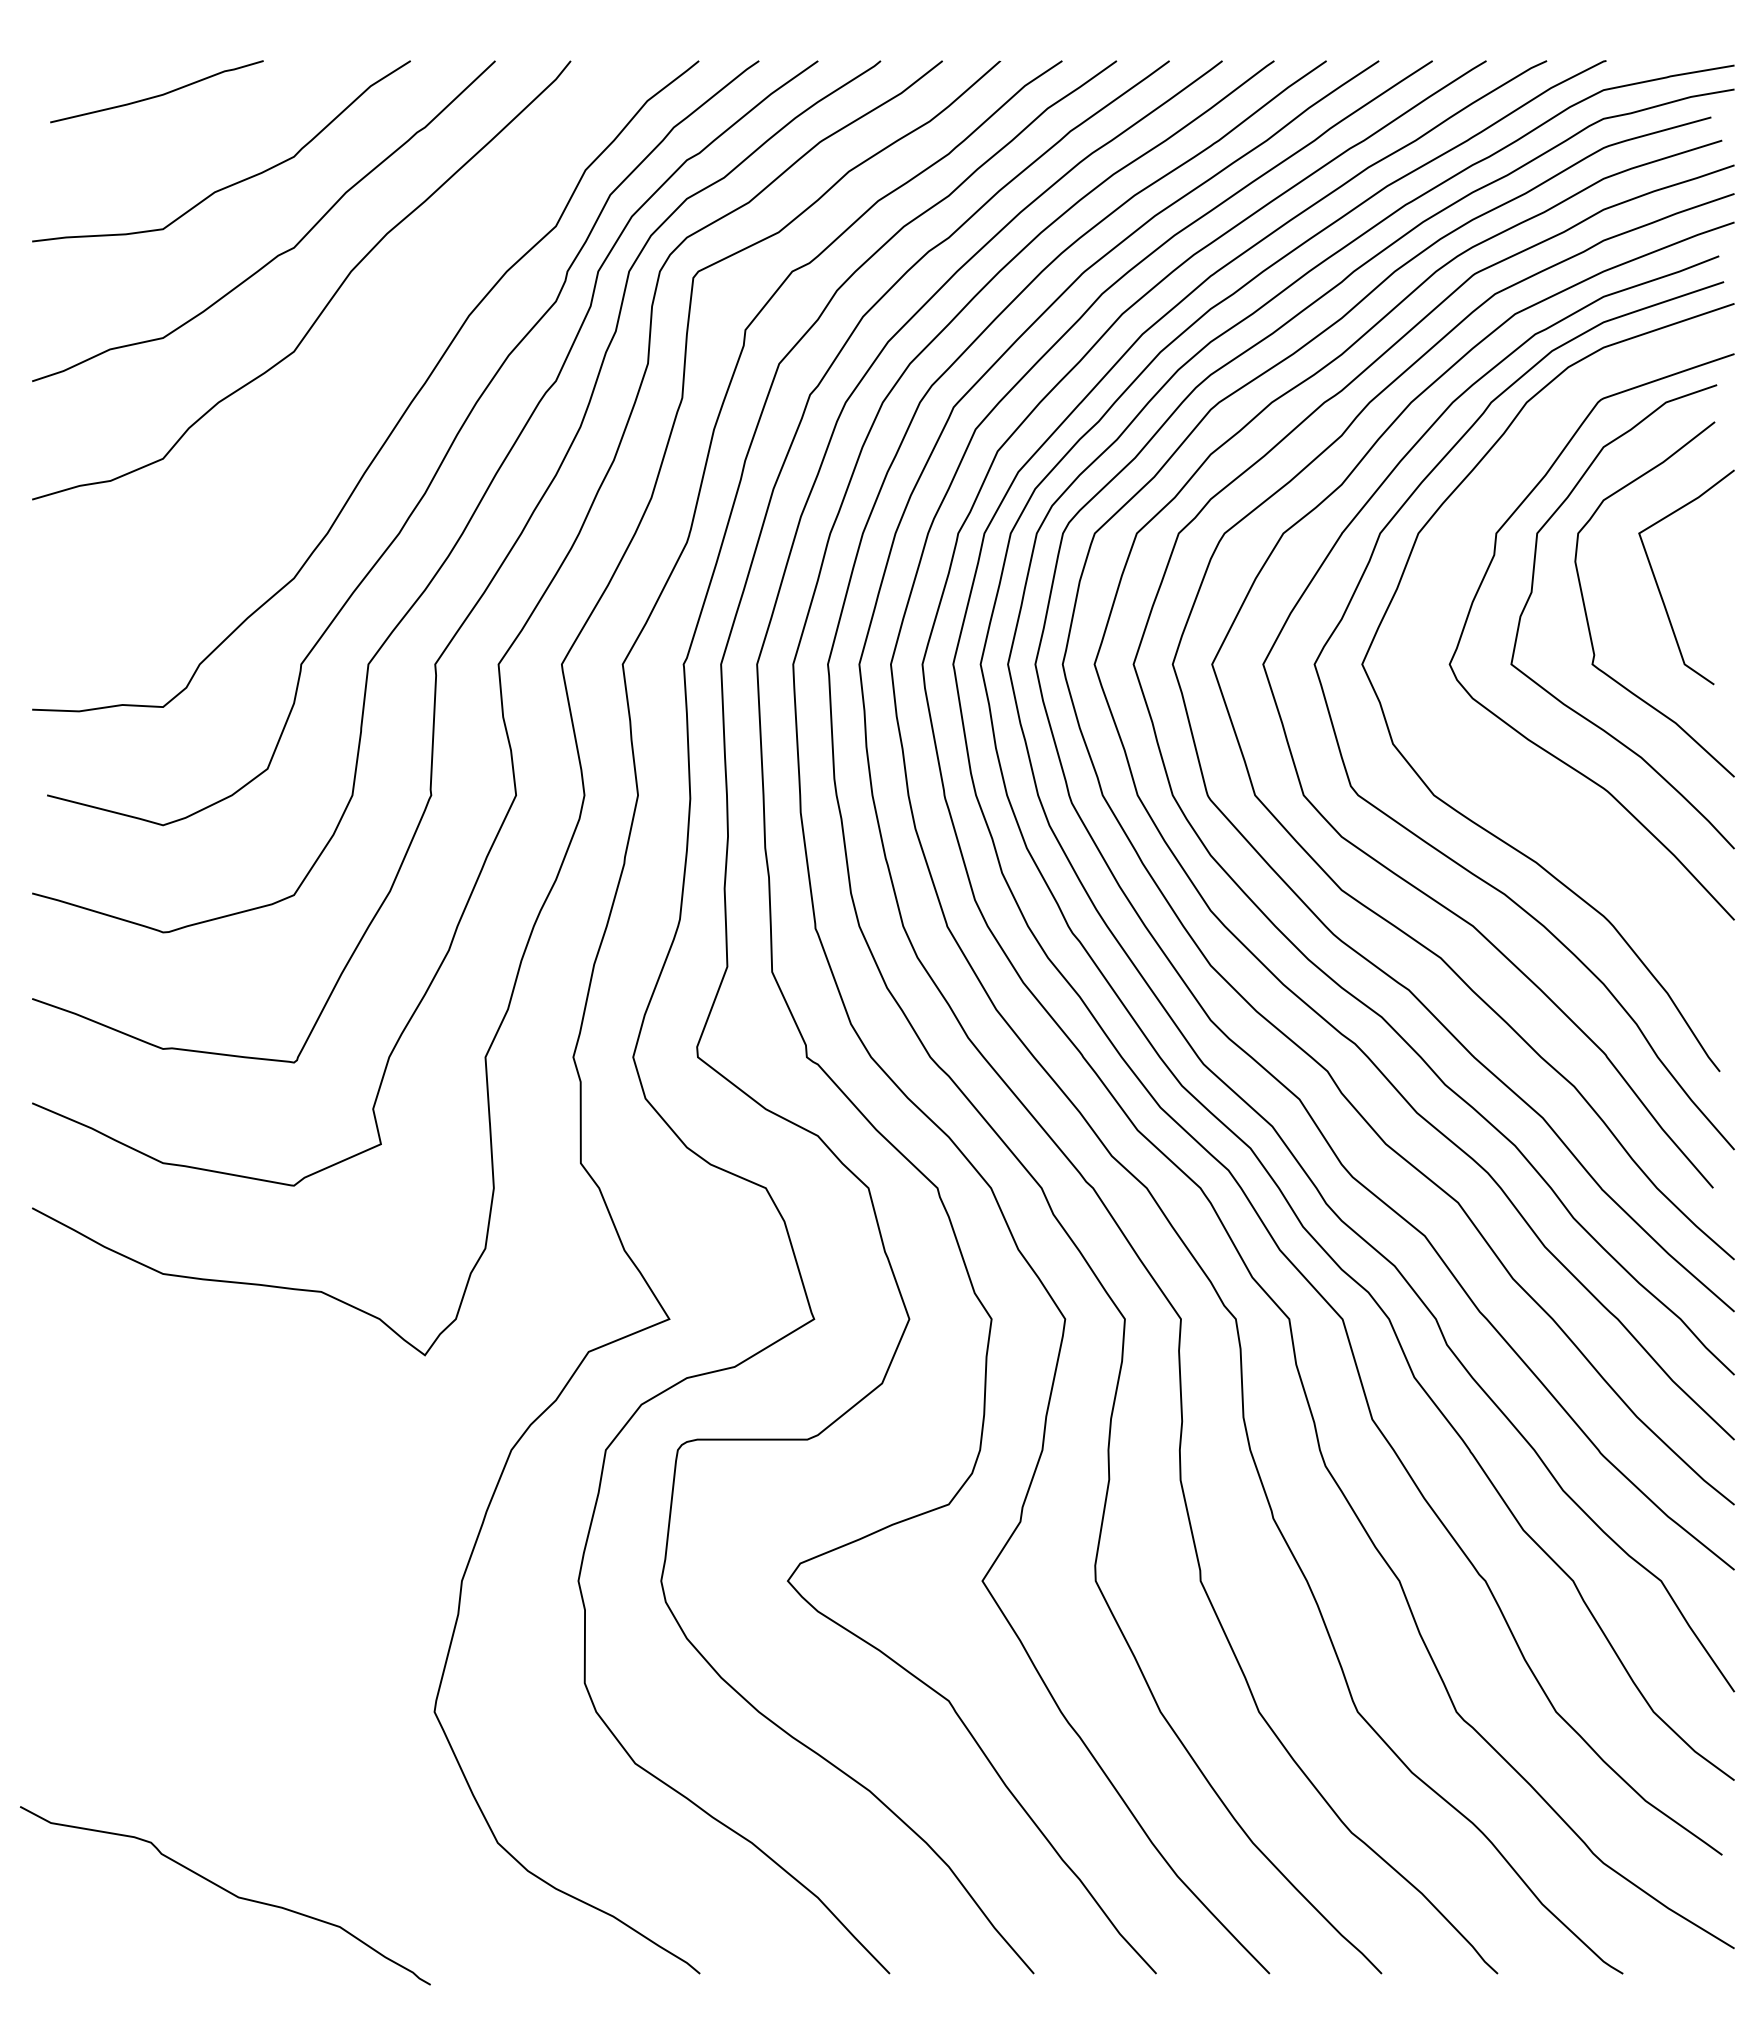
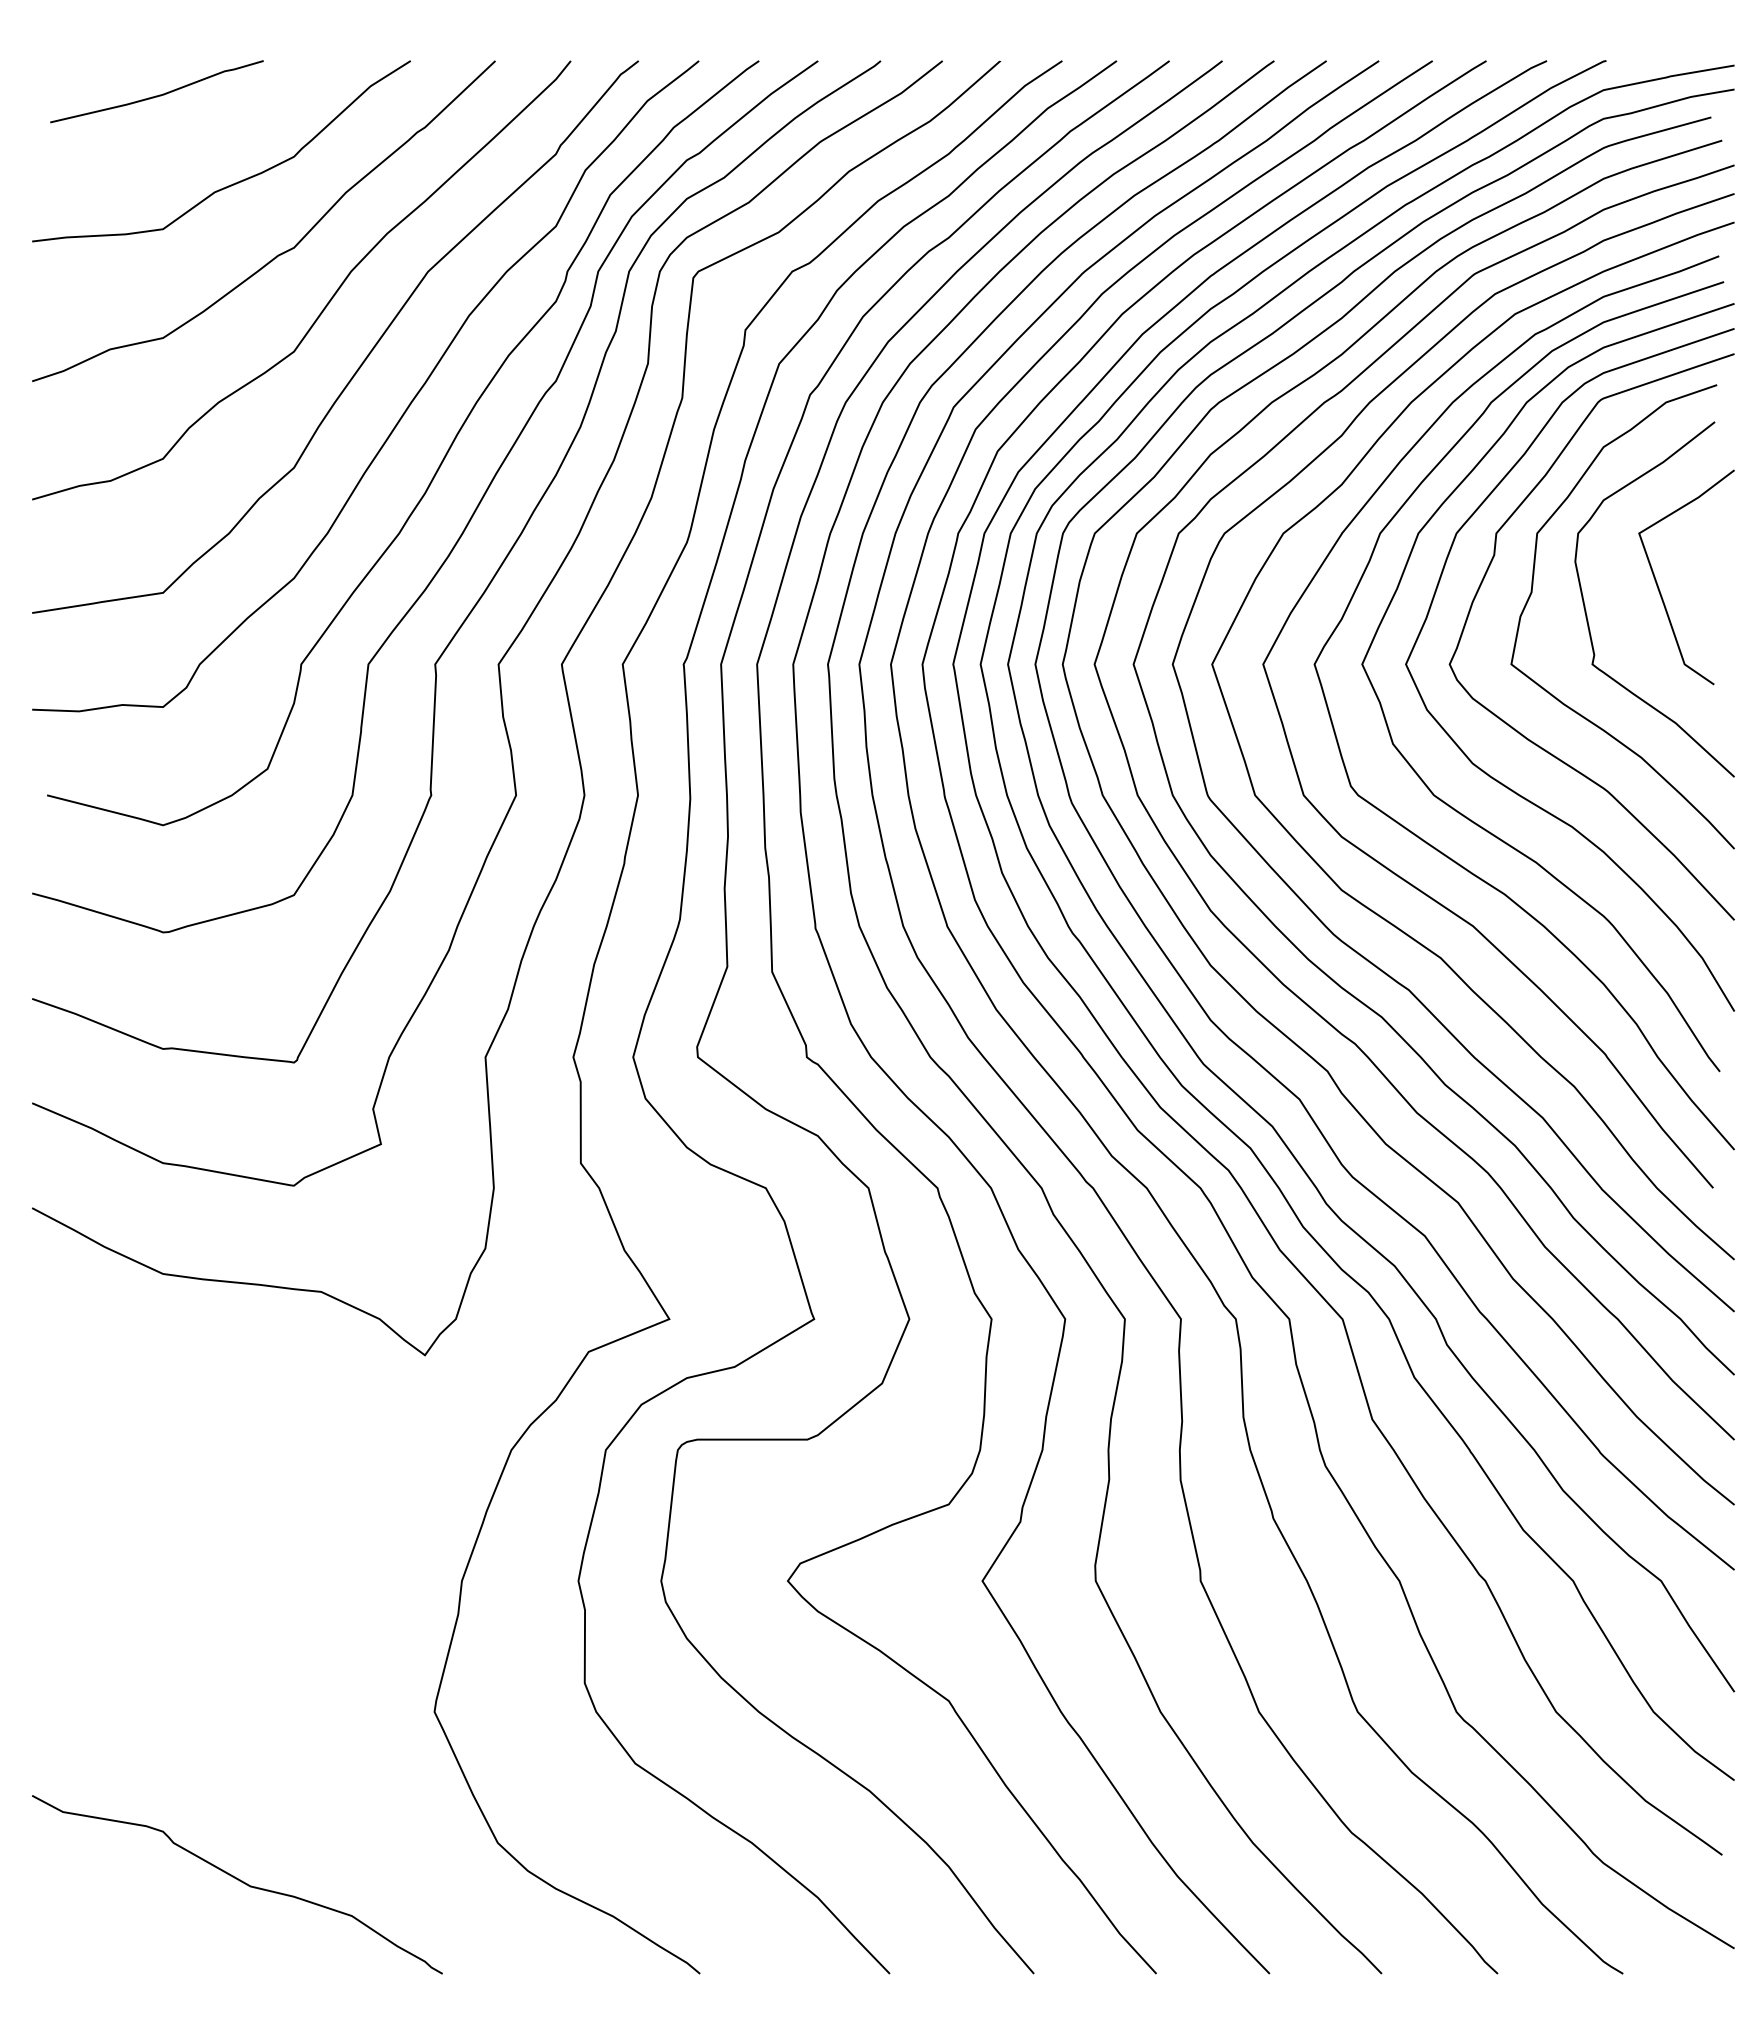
curve at (365, 357): none -> present
curve at (1495, 778): none -> present
curve at (227, 1892) position: (227, 1892) -> (239, 1881)
